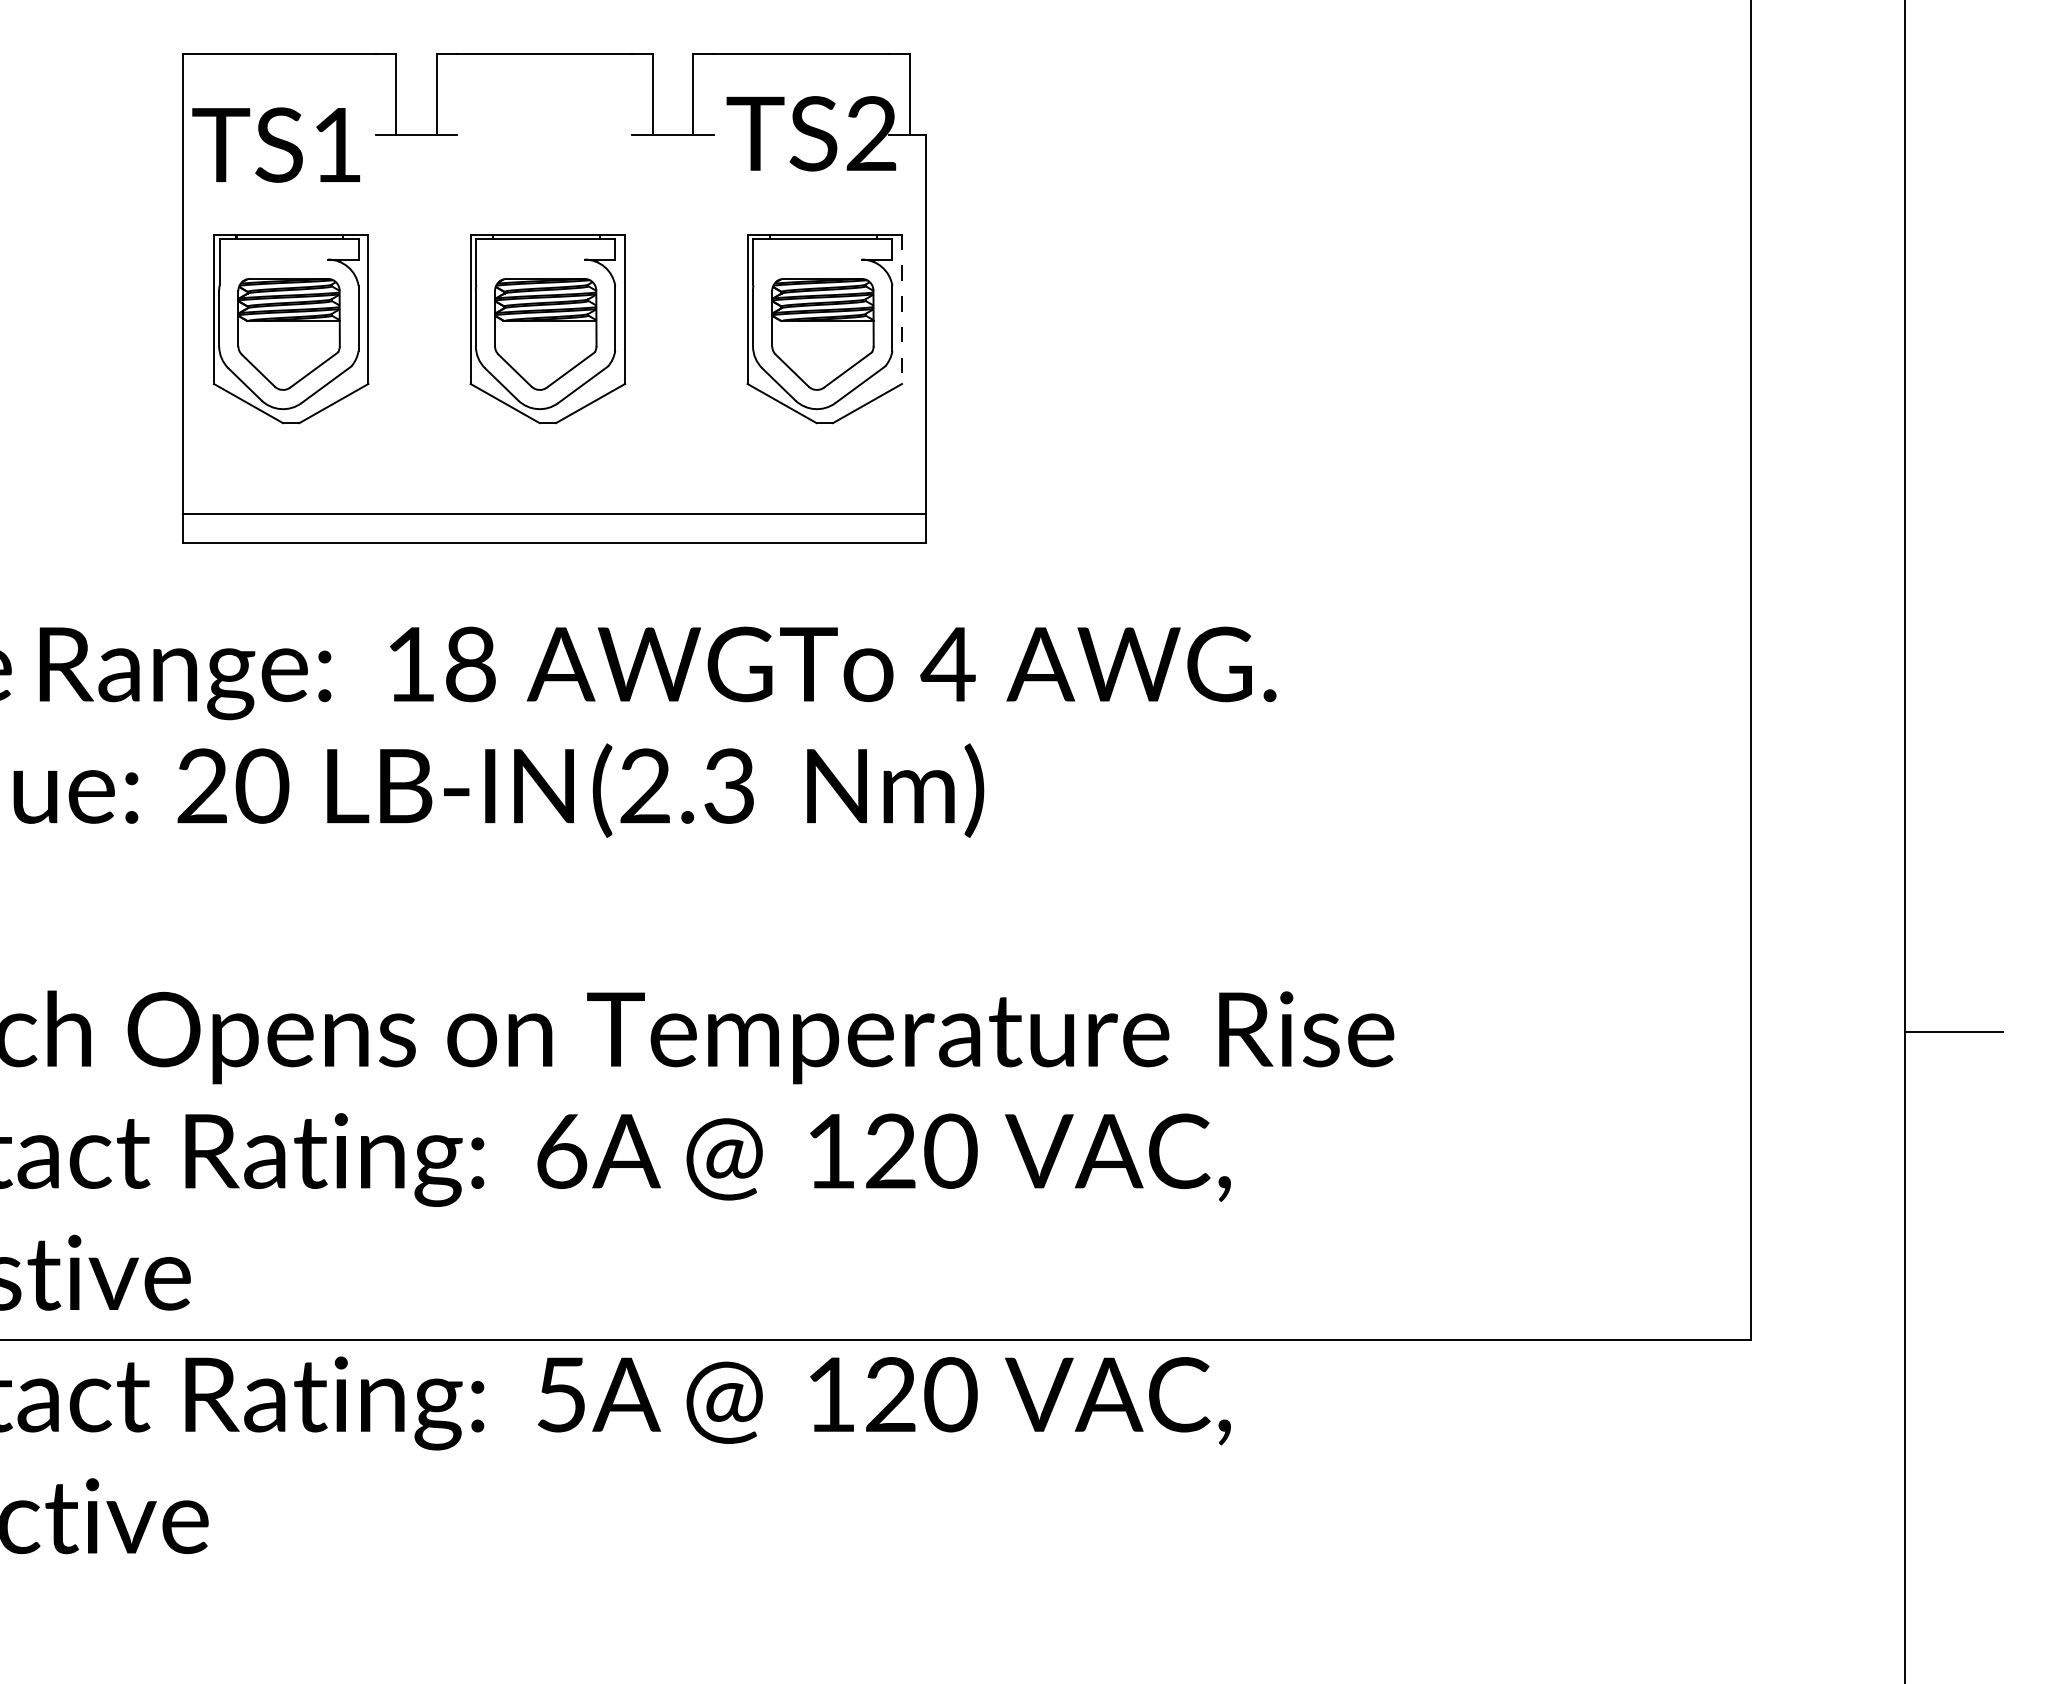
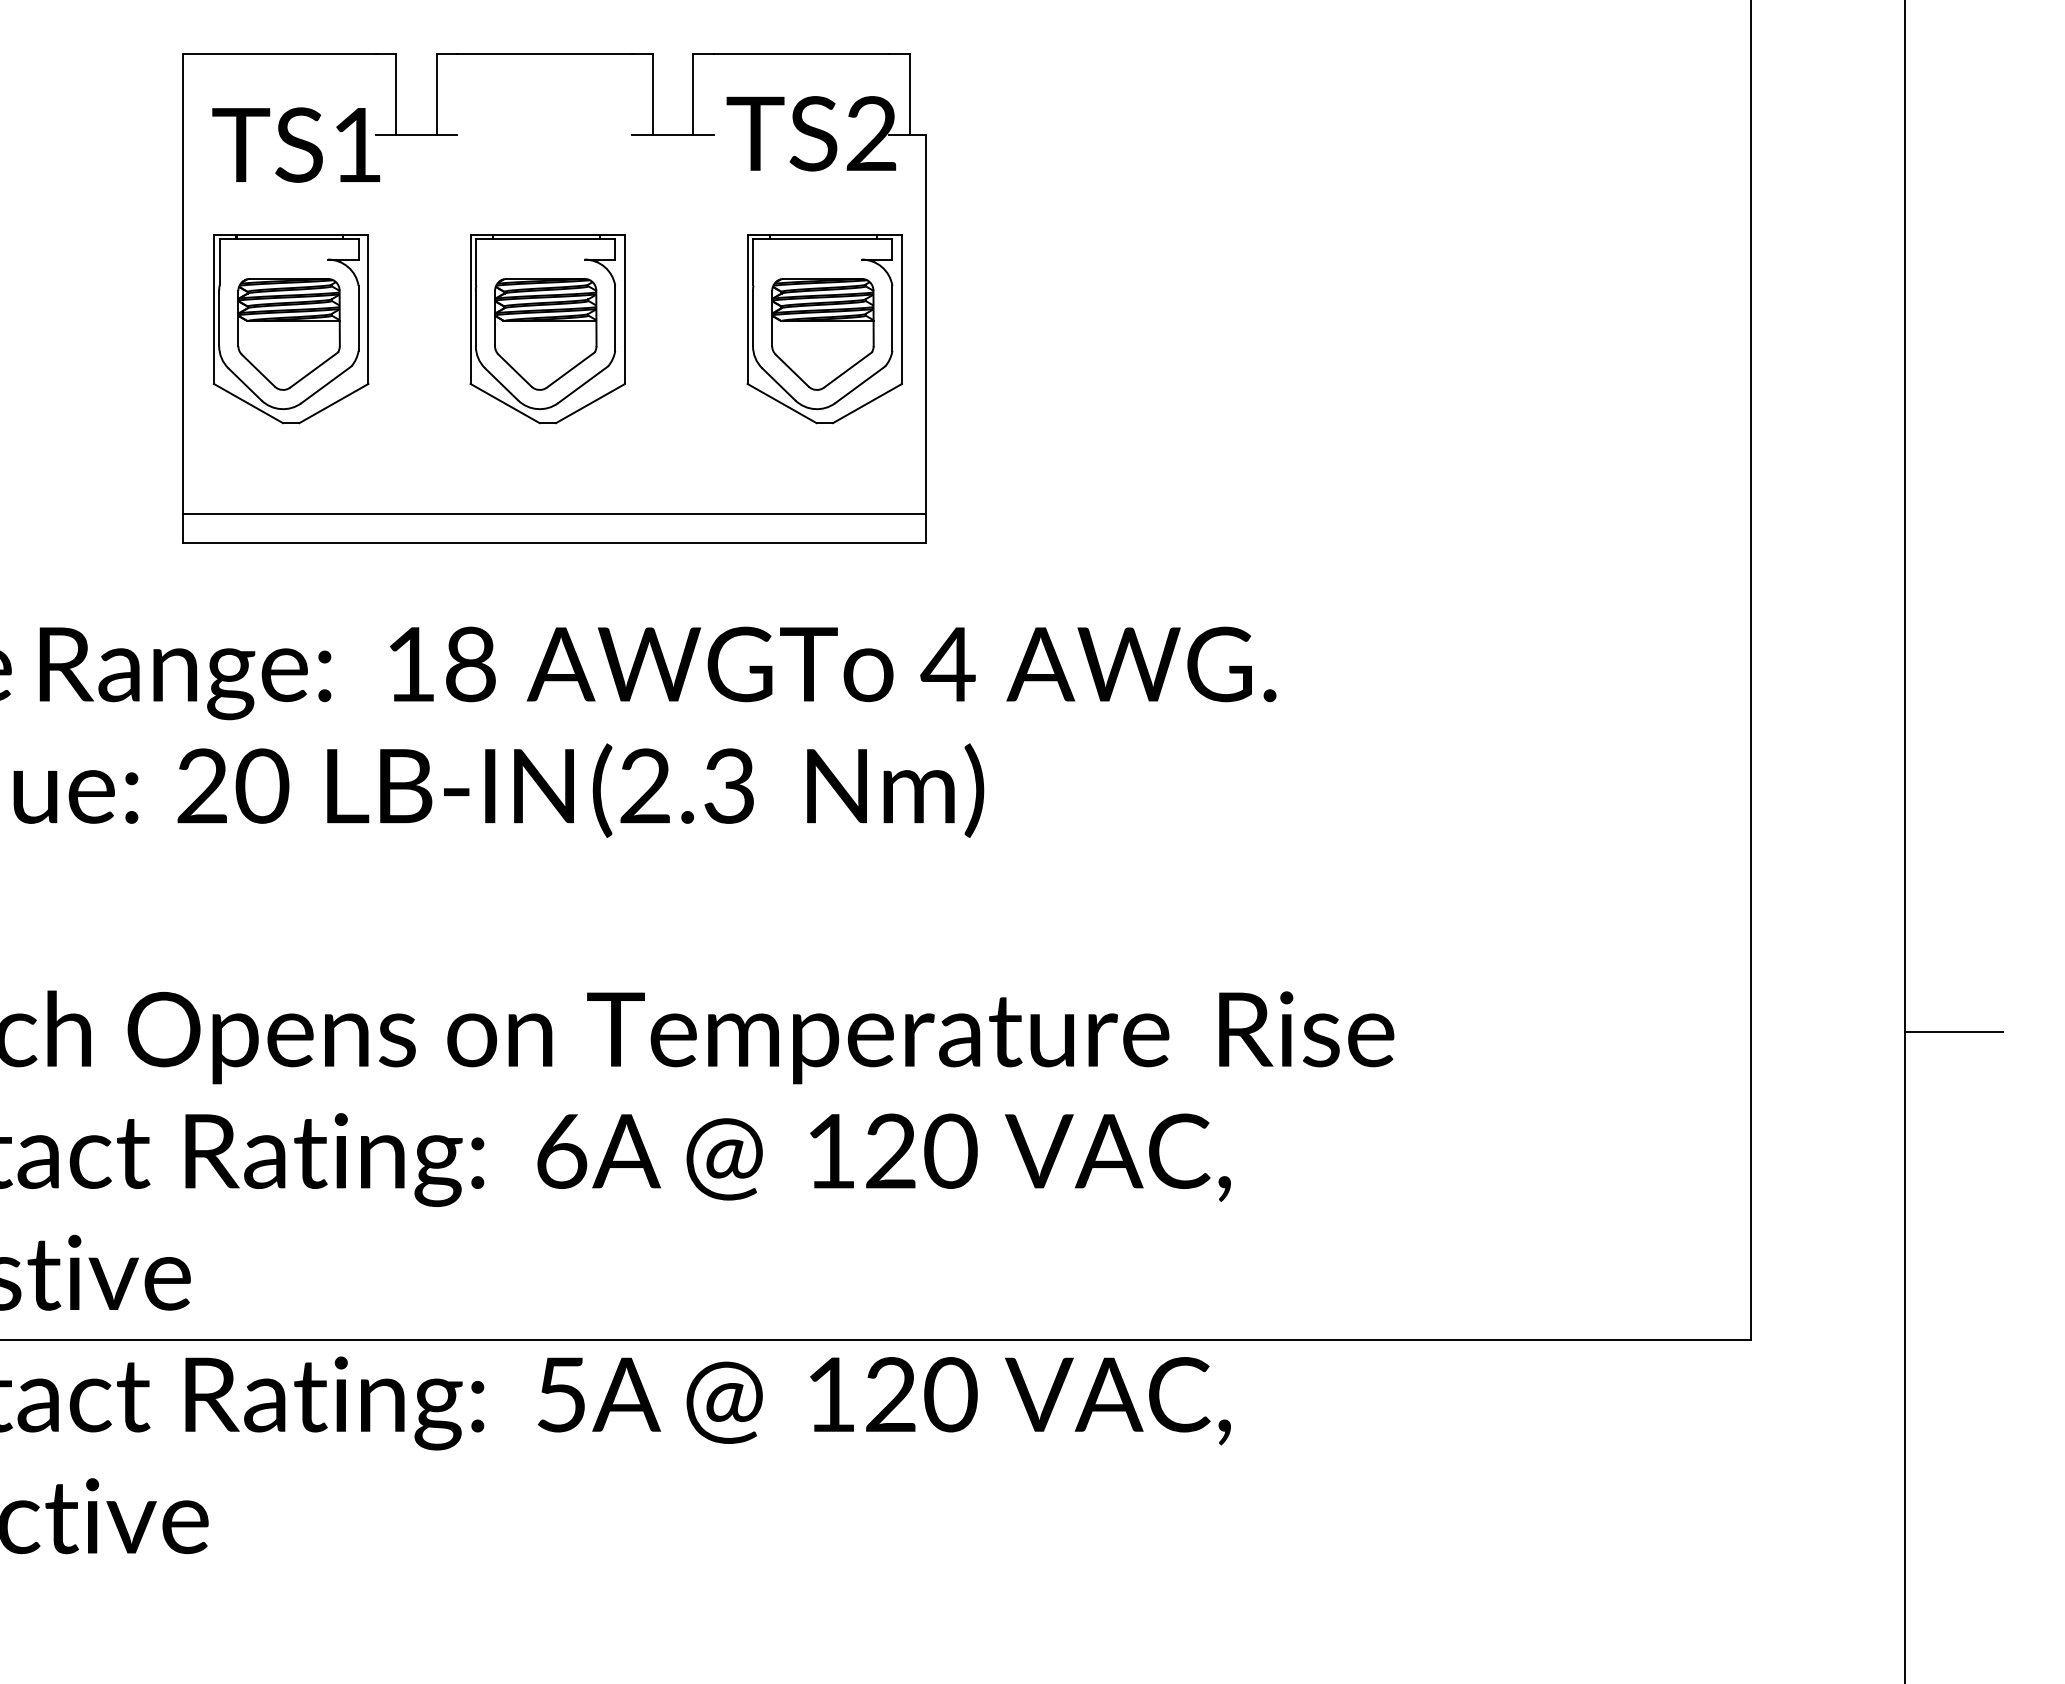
text at (275, 144) position: (275, 144) -> (295, 144)
line at (902, 309): dashed -> solid
